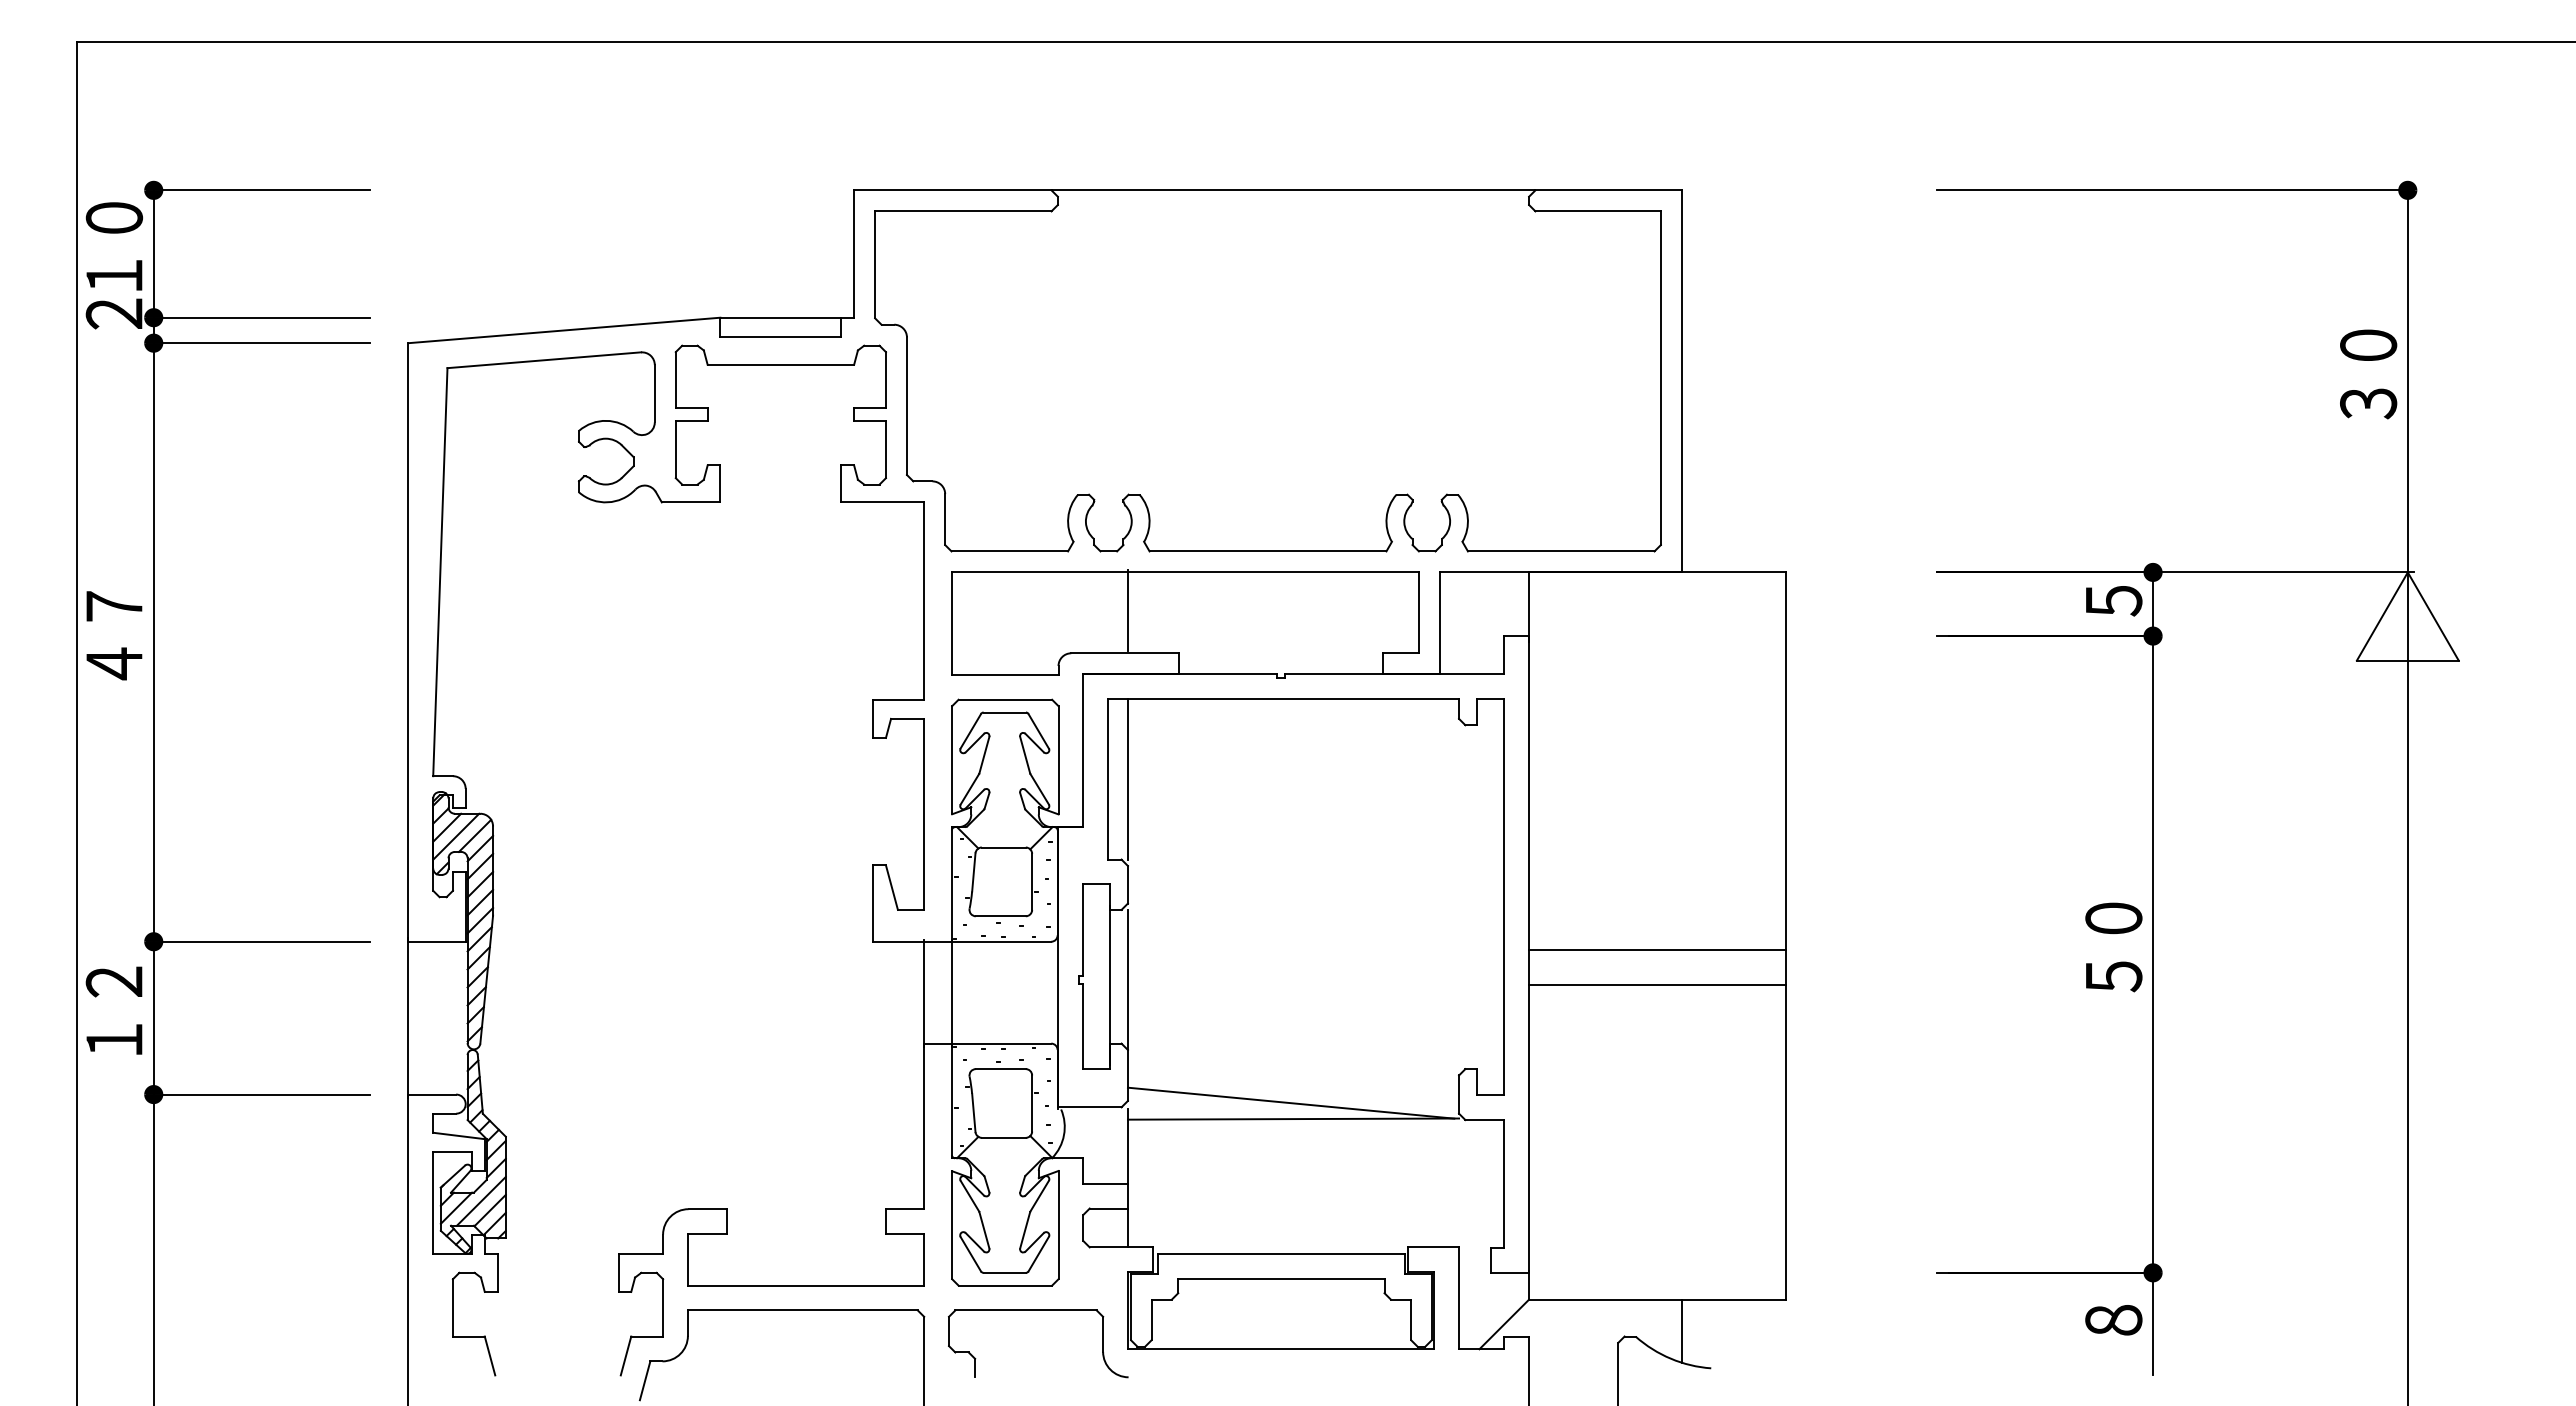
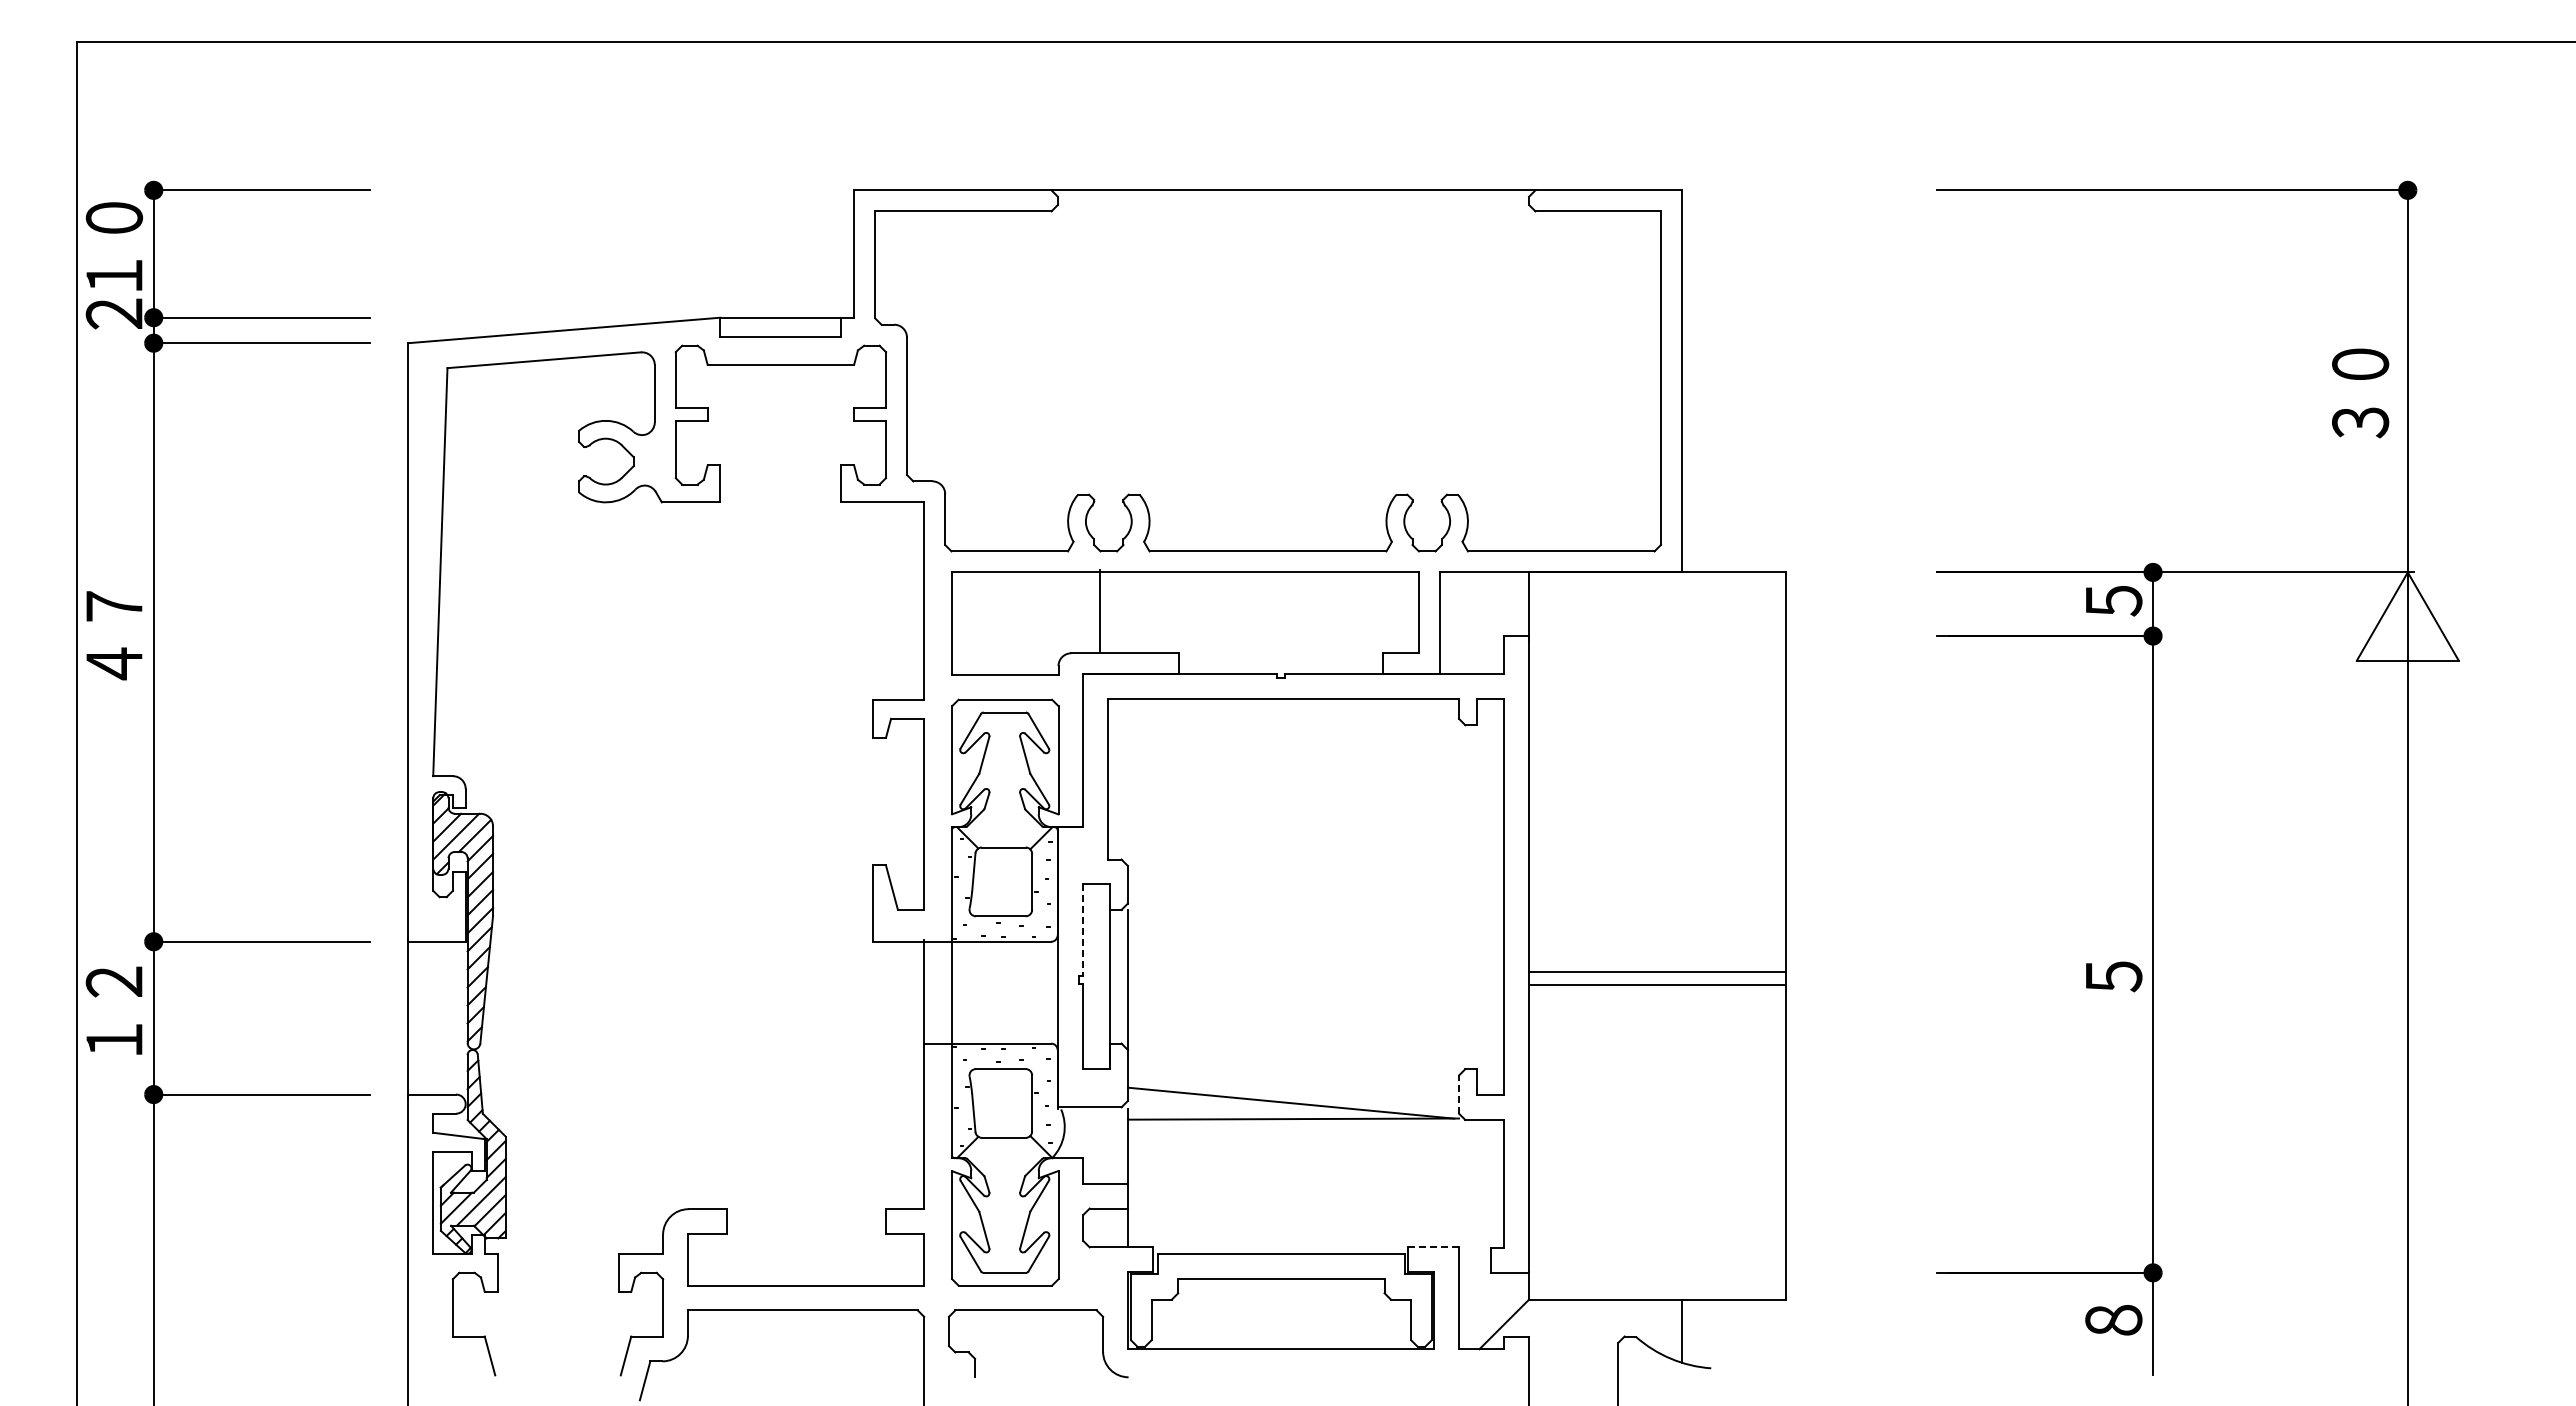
text at (2368, 374) position: (2368, 374) -> (2360, 393)
line at (1127, 610) position: (1127, 610) -> (1099, 610)
line at (1127, 779): present -> none
text at (2113, 918): ５０ -> ５
line at (1082, 930): solid -> dashed
line at (1657, 949) position: (1657, 949) -> (1657, 971)
line at (1459, 1094): solid -> dashed
line at (1433, 1247): solid -> dashed
